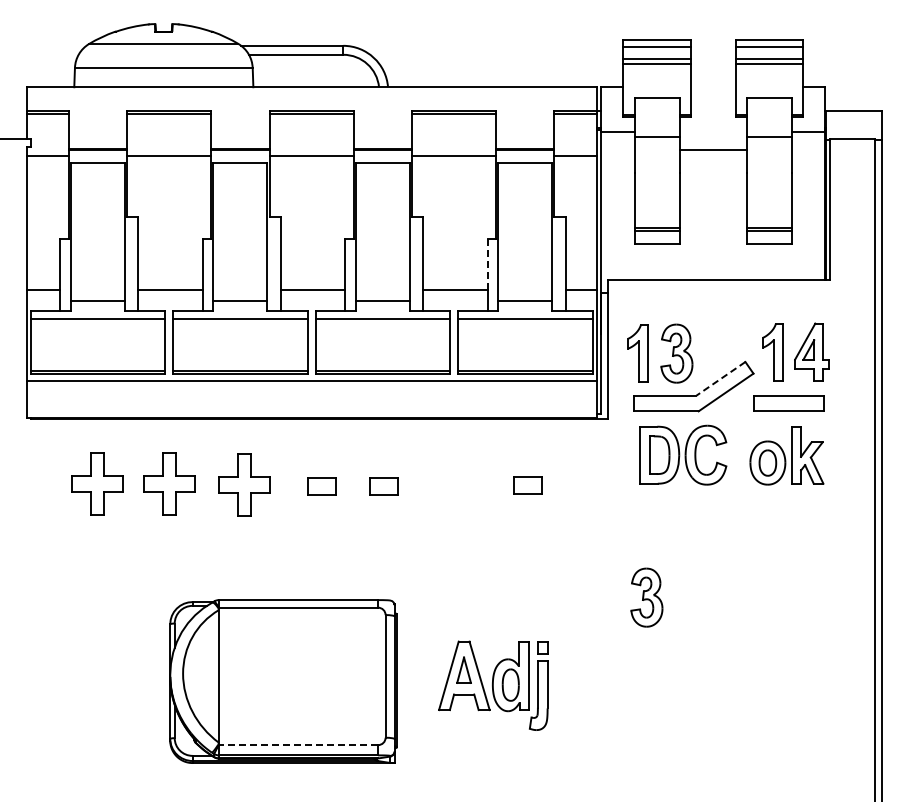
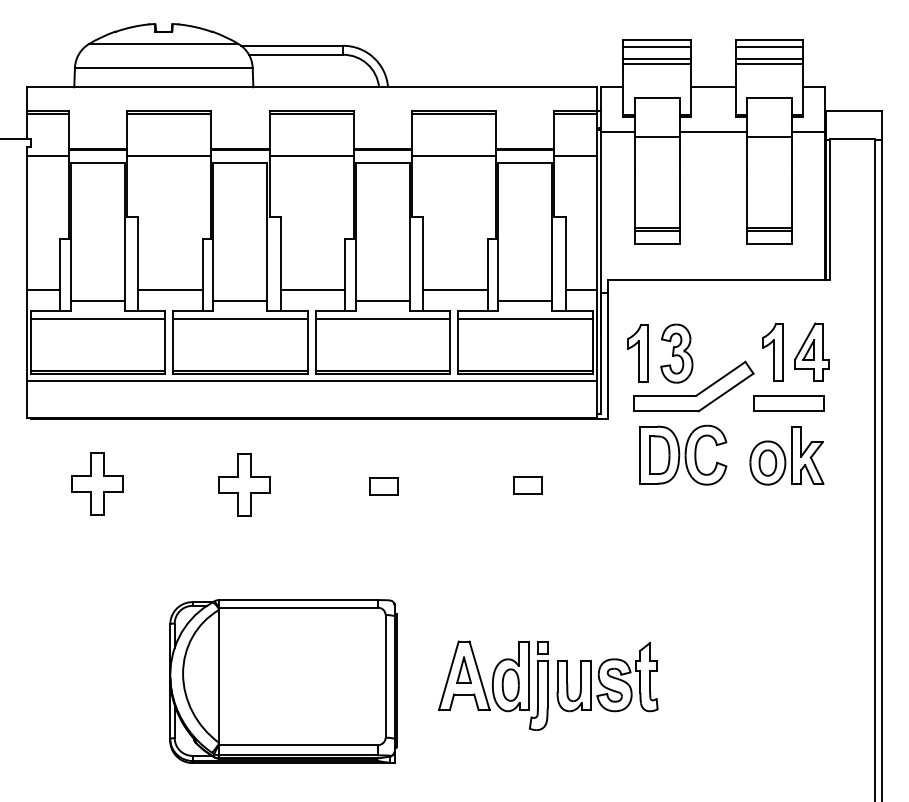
line at (712, 87): none -> present
line at (712, 149) position: (712, 149) -> (712, 131)
line at (487, 264): dashed -> solid
line at (720, 378): dashed -> solid
part at (169, 483): present -> none
part at (321, 486): present -> none
part at (646, 597): present -> none
part at (607, 677): none -> present
line at (298, 745): dashed -> solid
